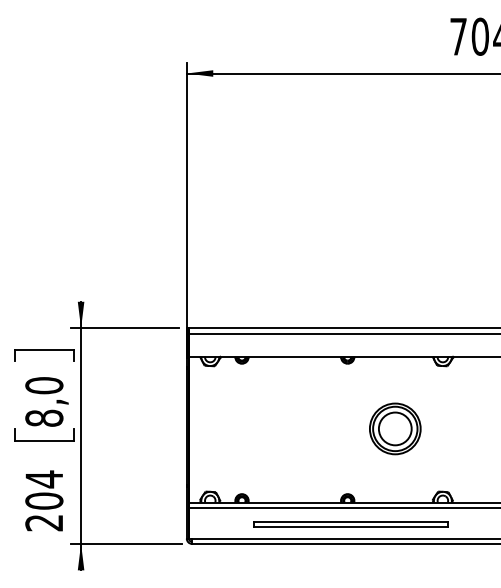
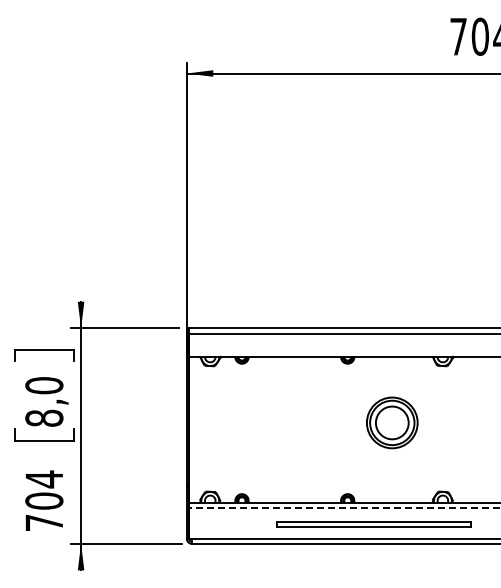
part at (395, 428) position: (395, 428) -> (392, 422)
line at (344, 507): solid -> dashed
text at (43, 523): 204 -> 704
part at (350, 524) position: (350, 524) -> (373, 524)
